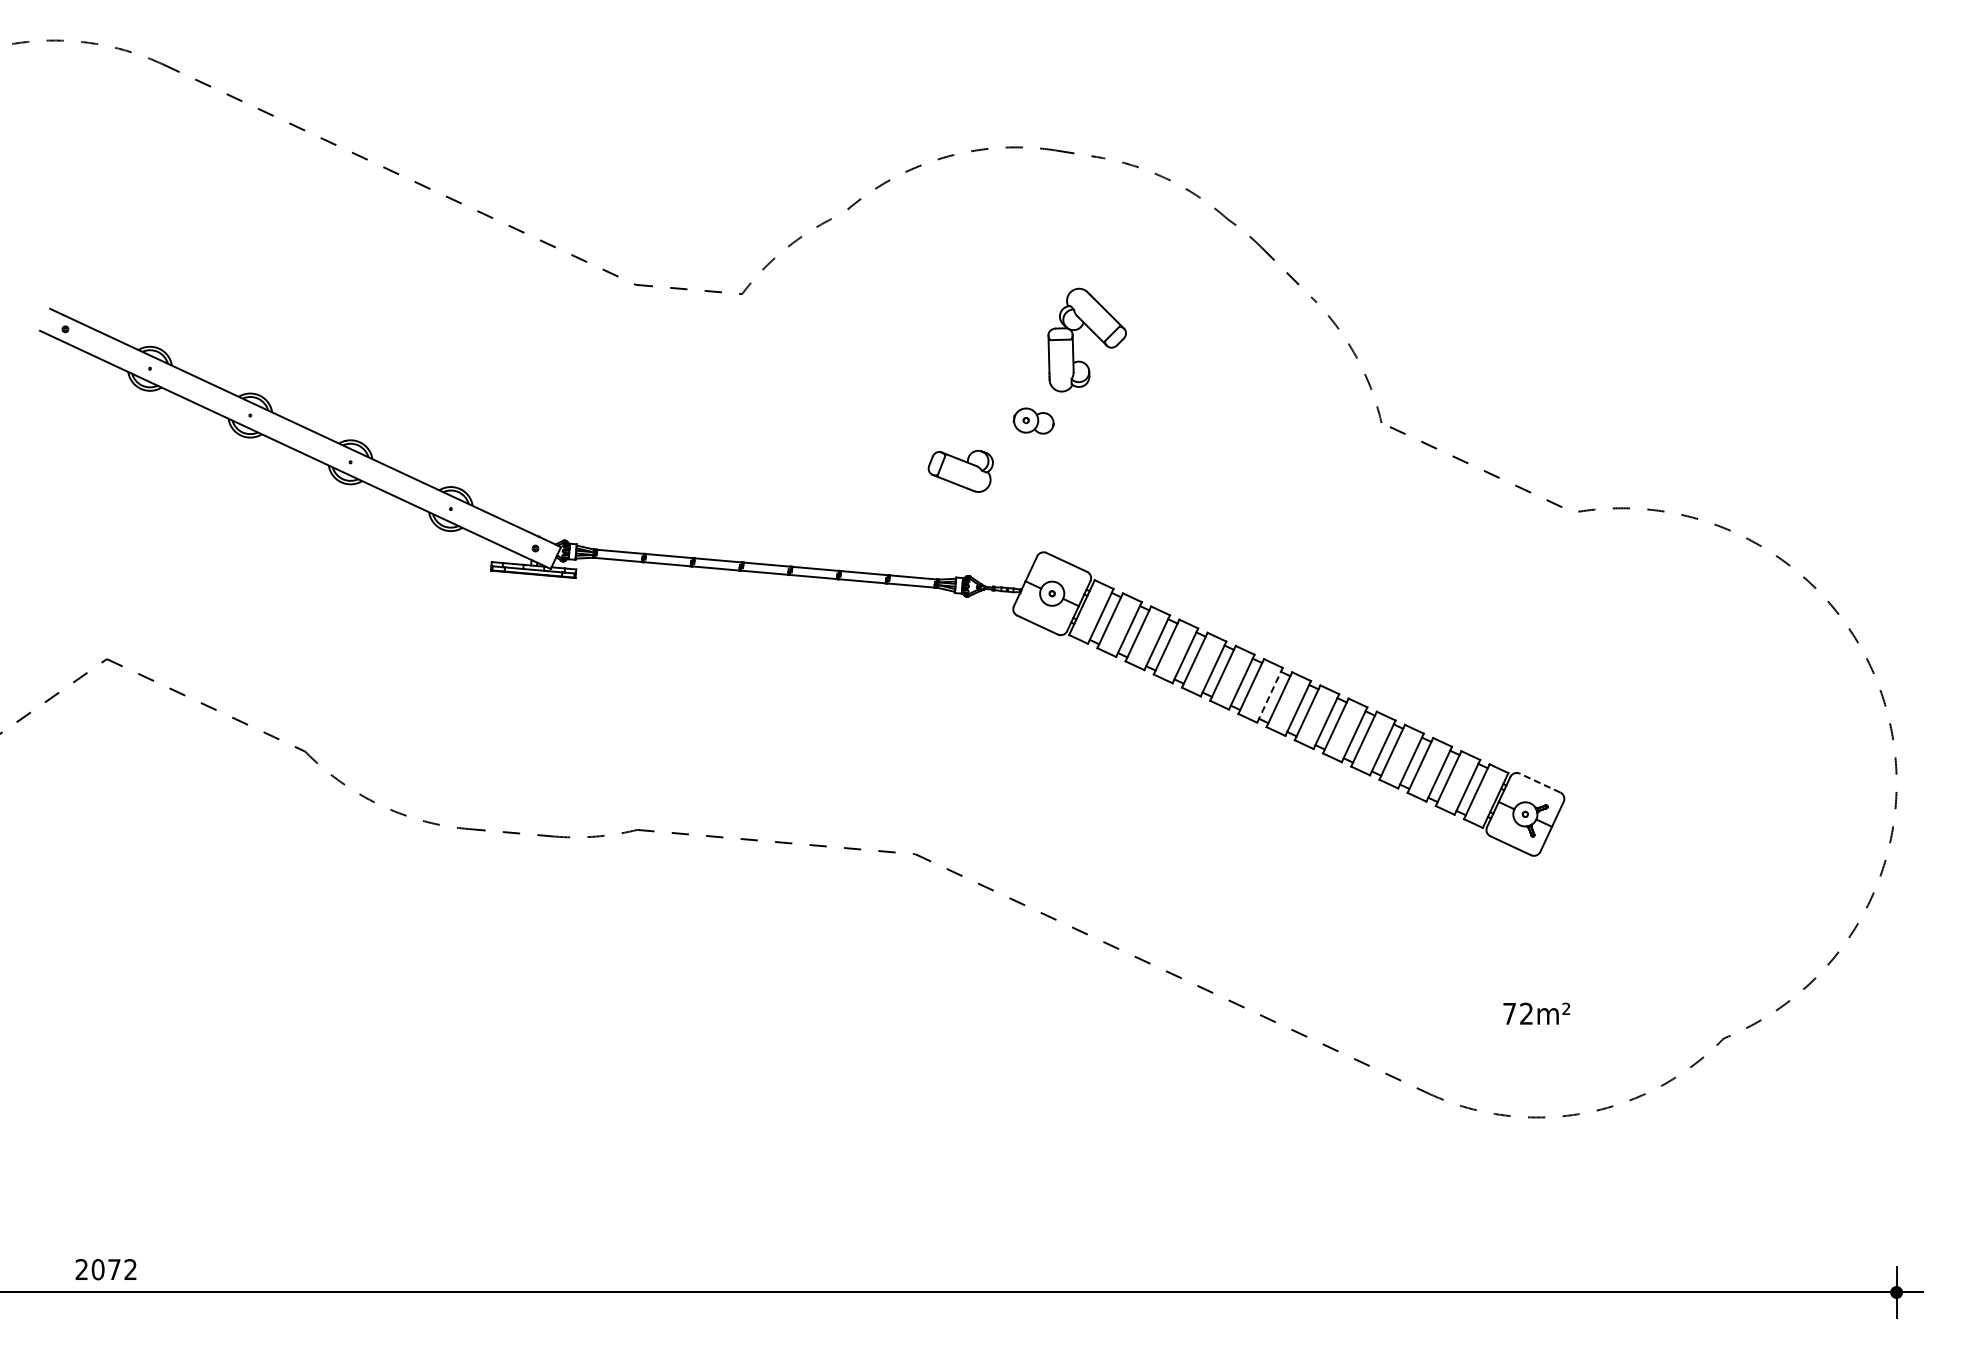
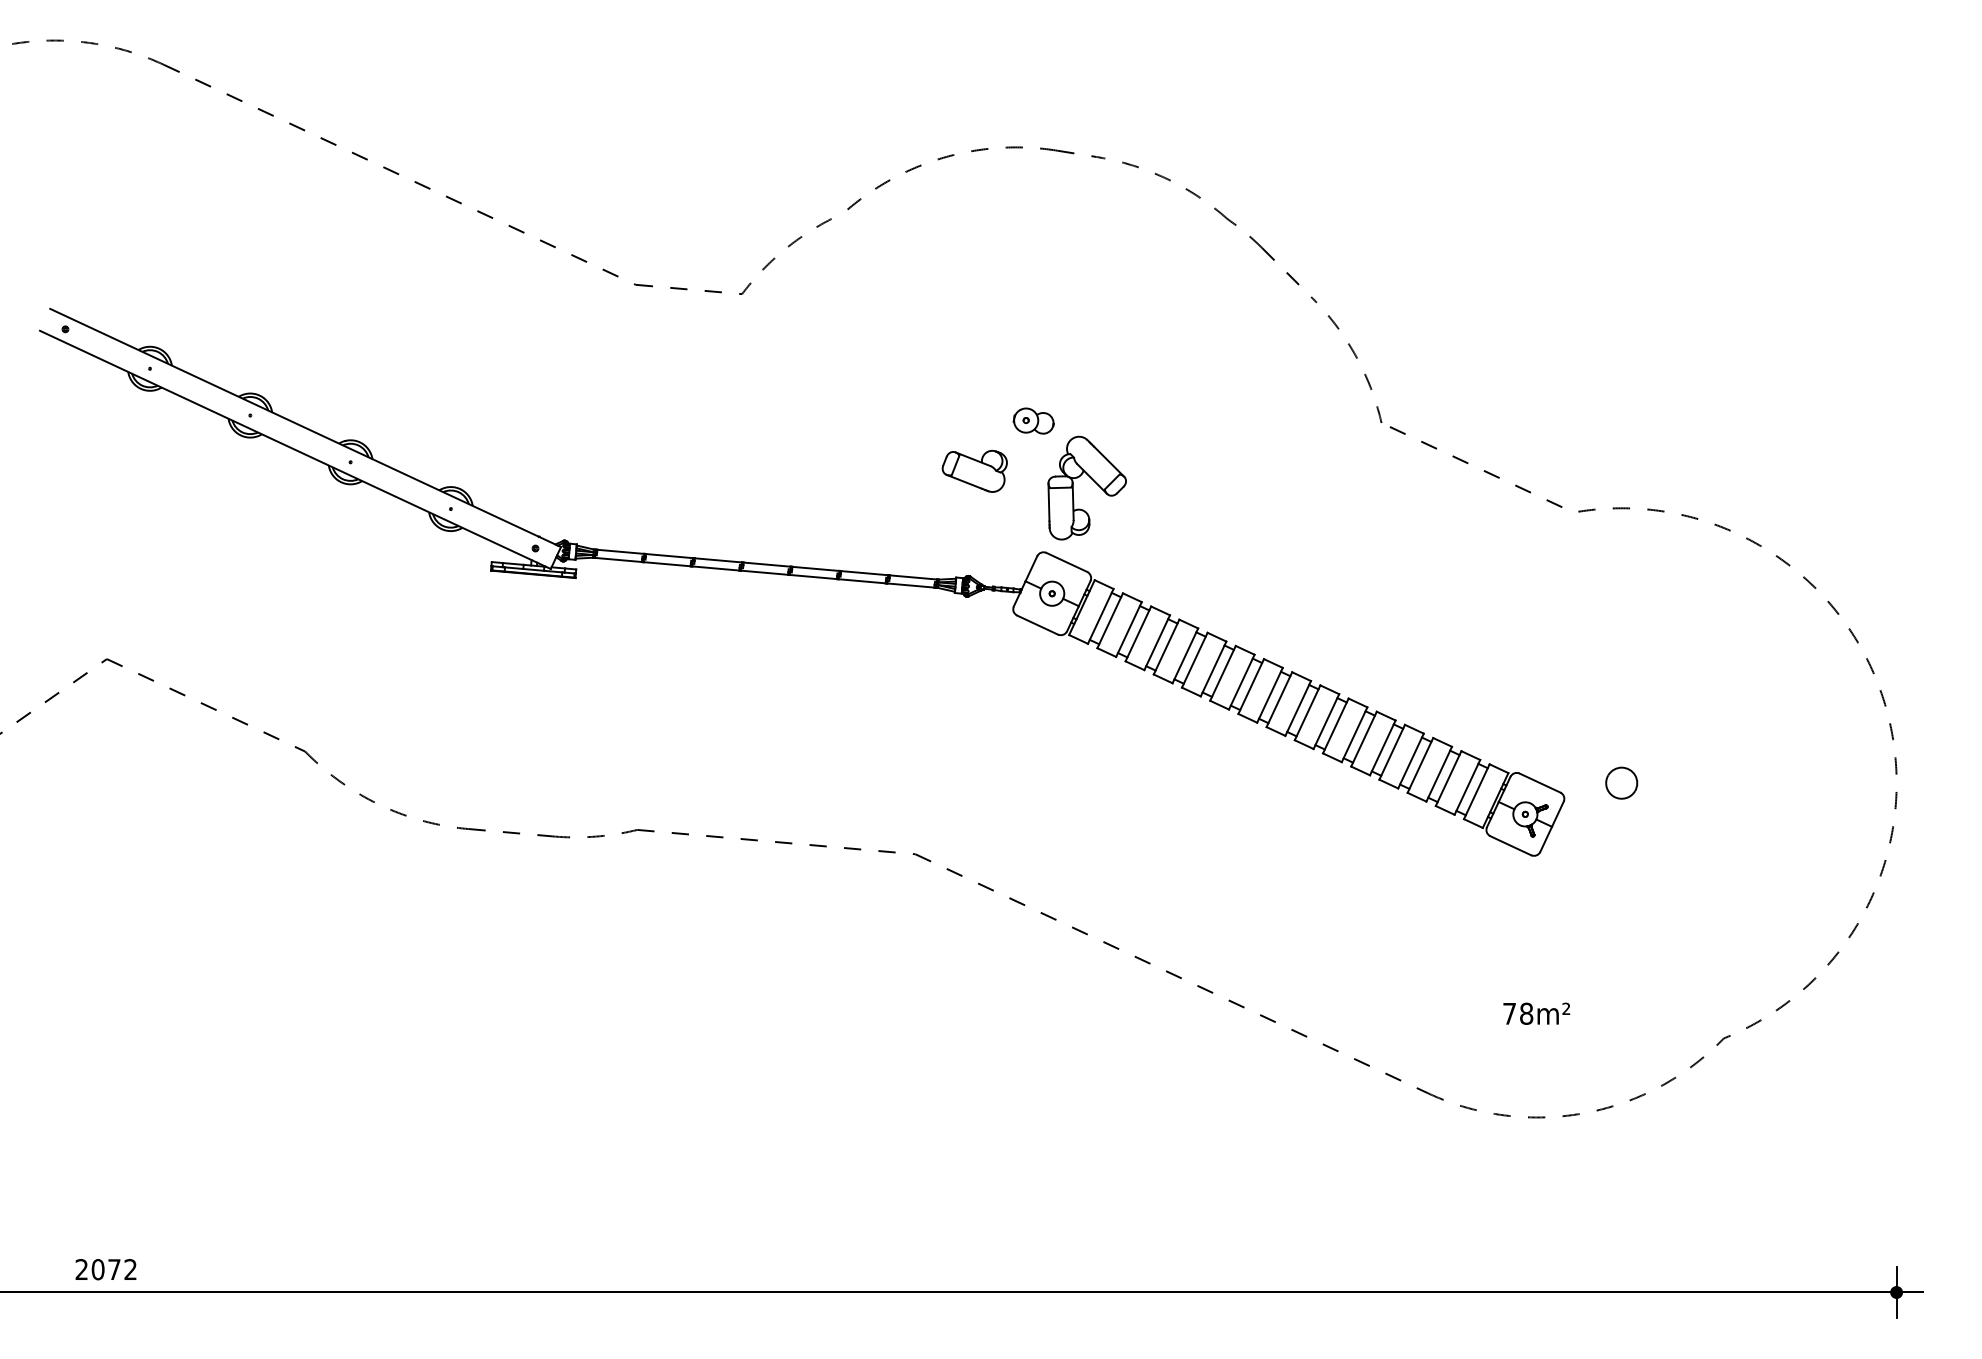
part at (1092, 332) position: (1092, 332) -> (1092, 480)
part at (960, 470) position: (960, 470) -> (974, 470)
line at (1270, 694): dashed -> solid
line at (1539, 782): dashed -> solid
part at (1621, 782): none -> present
text at (1526, 1013): 72m² -> 78m²
